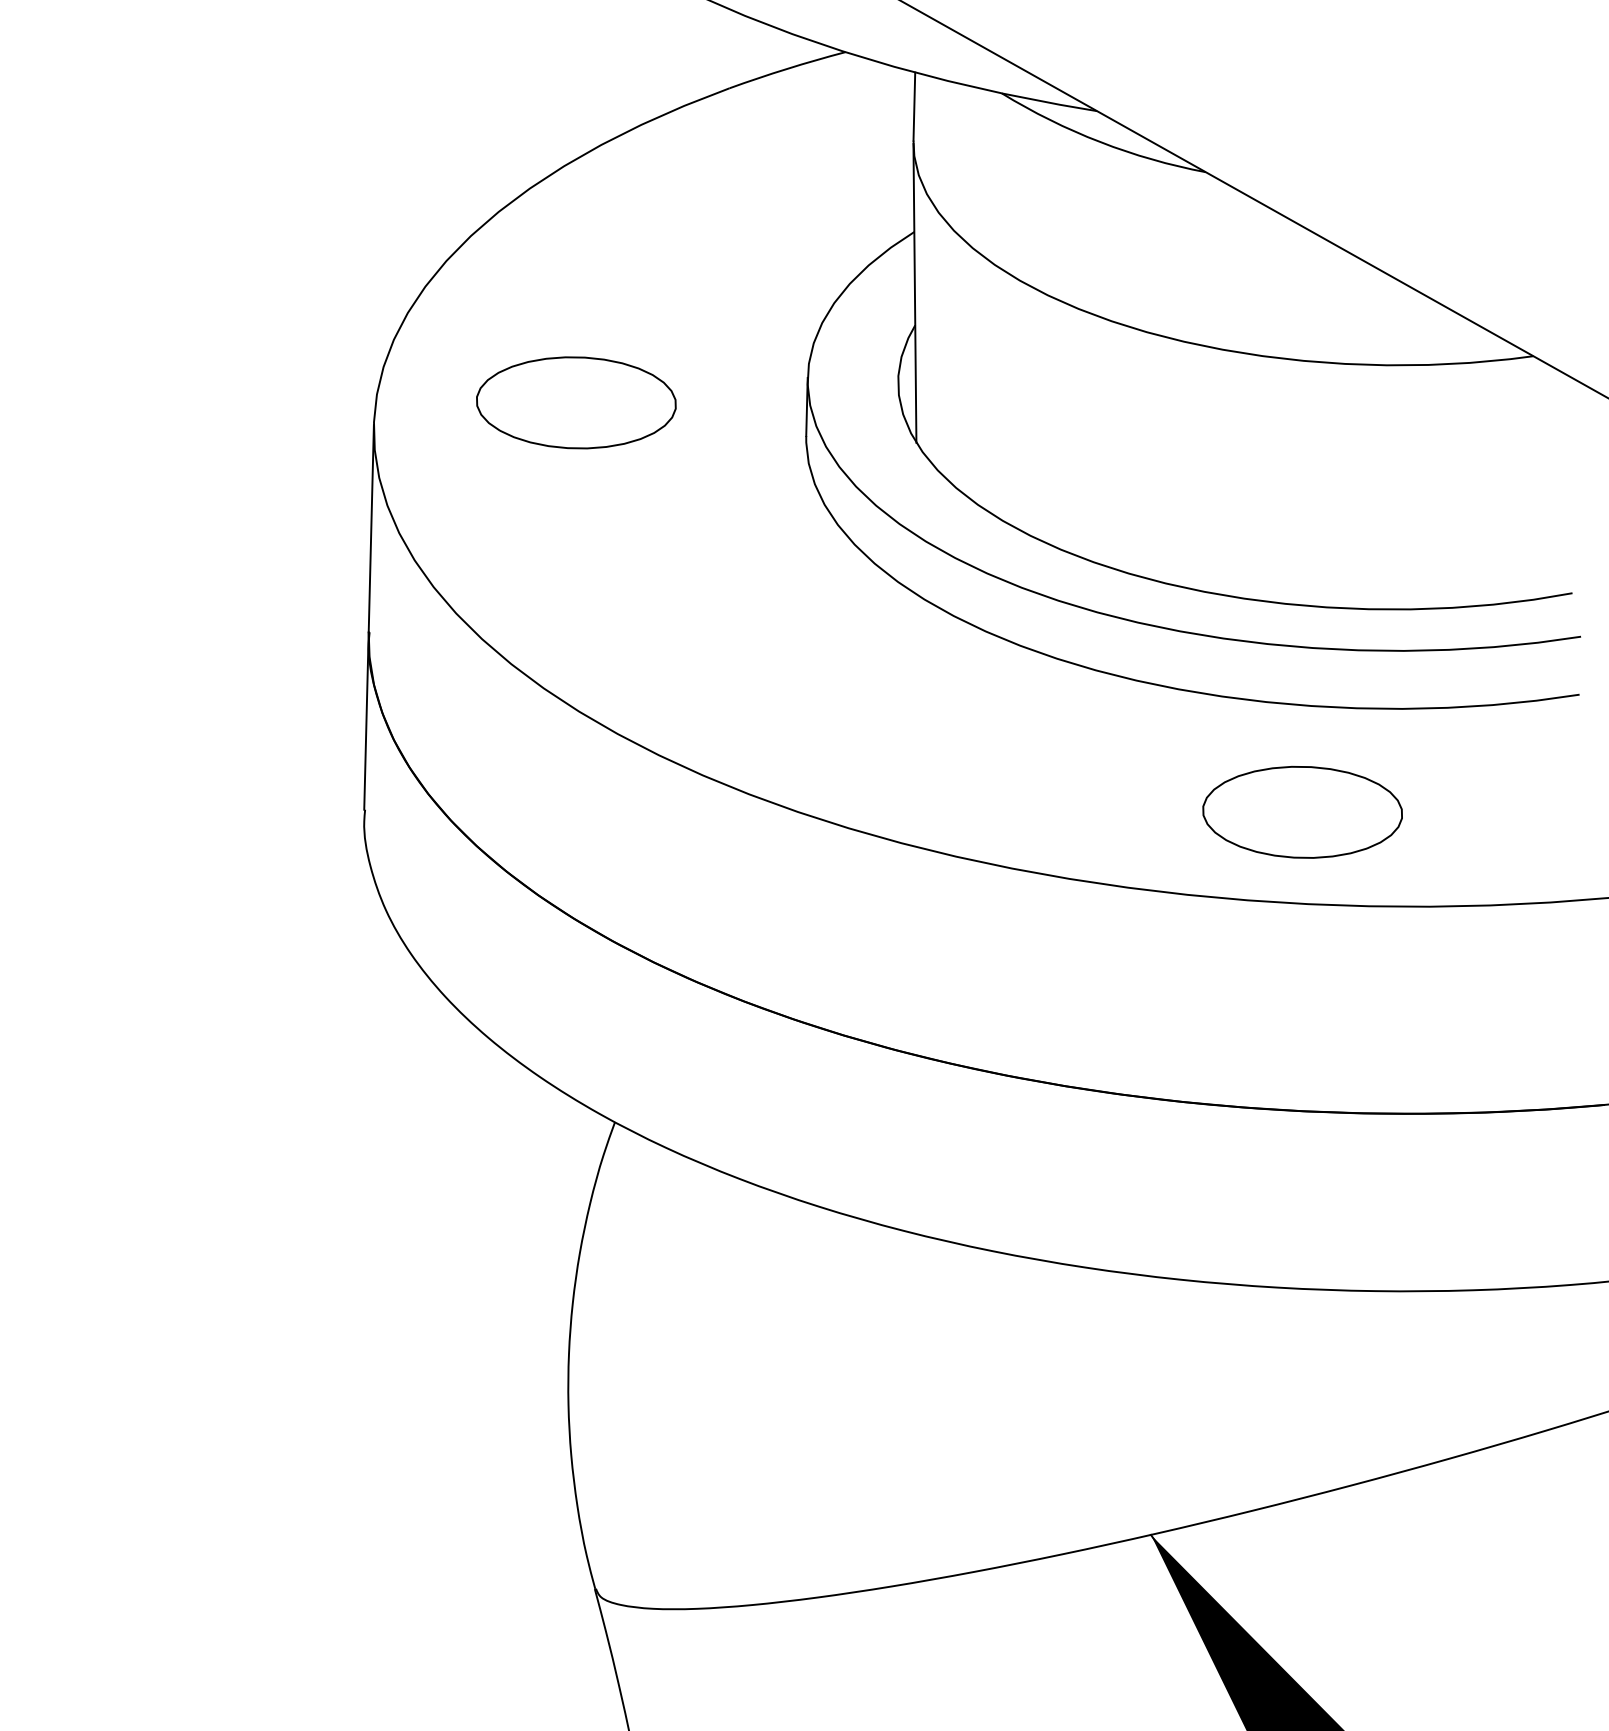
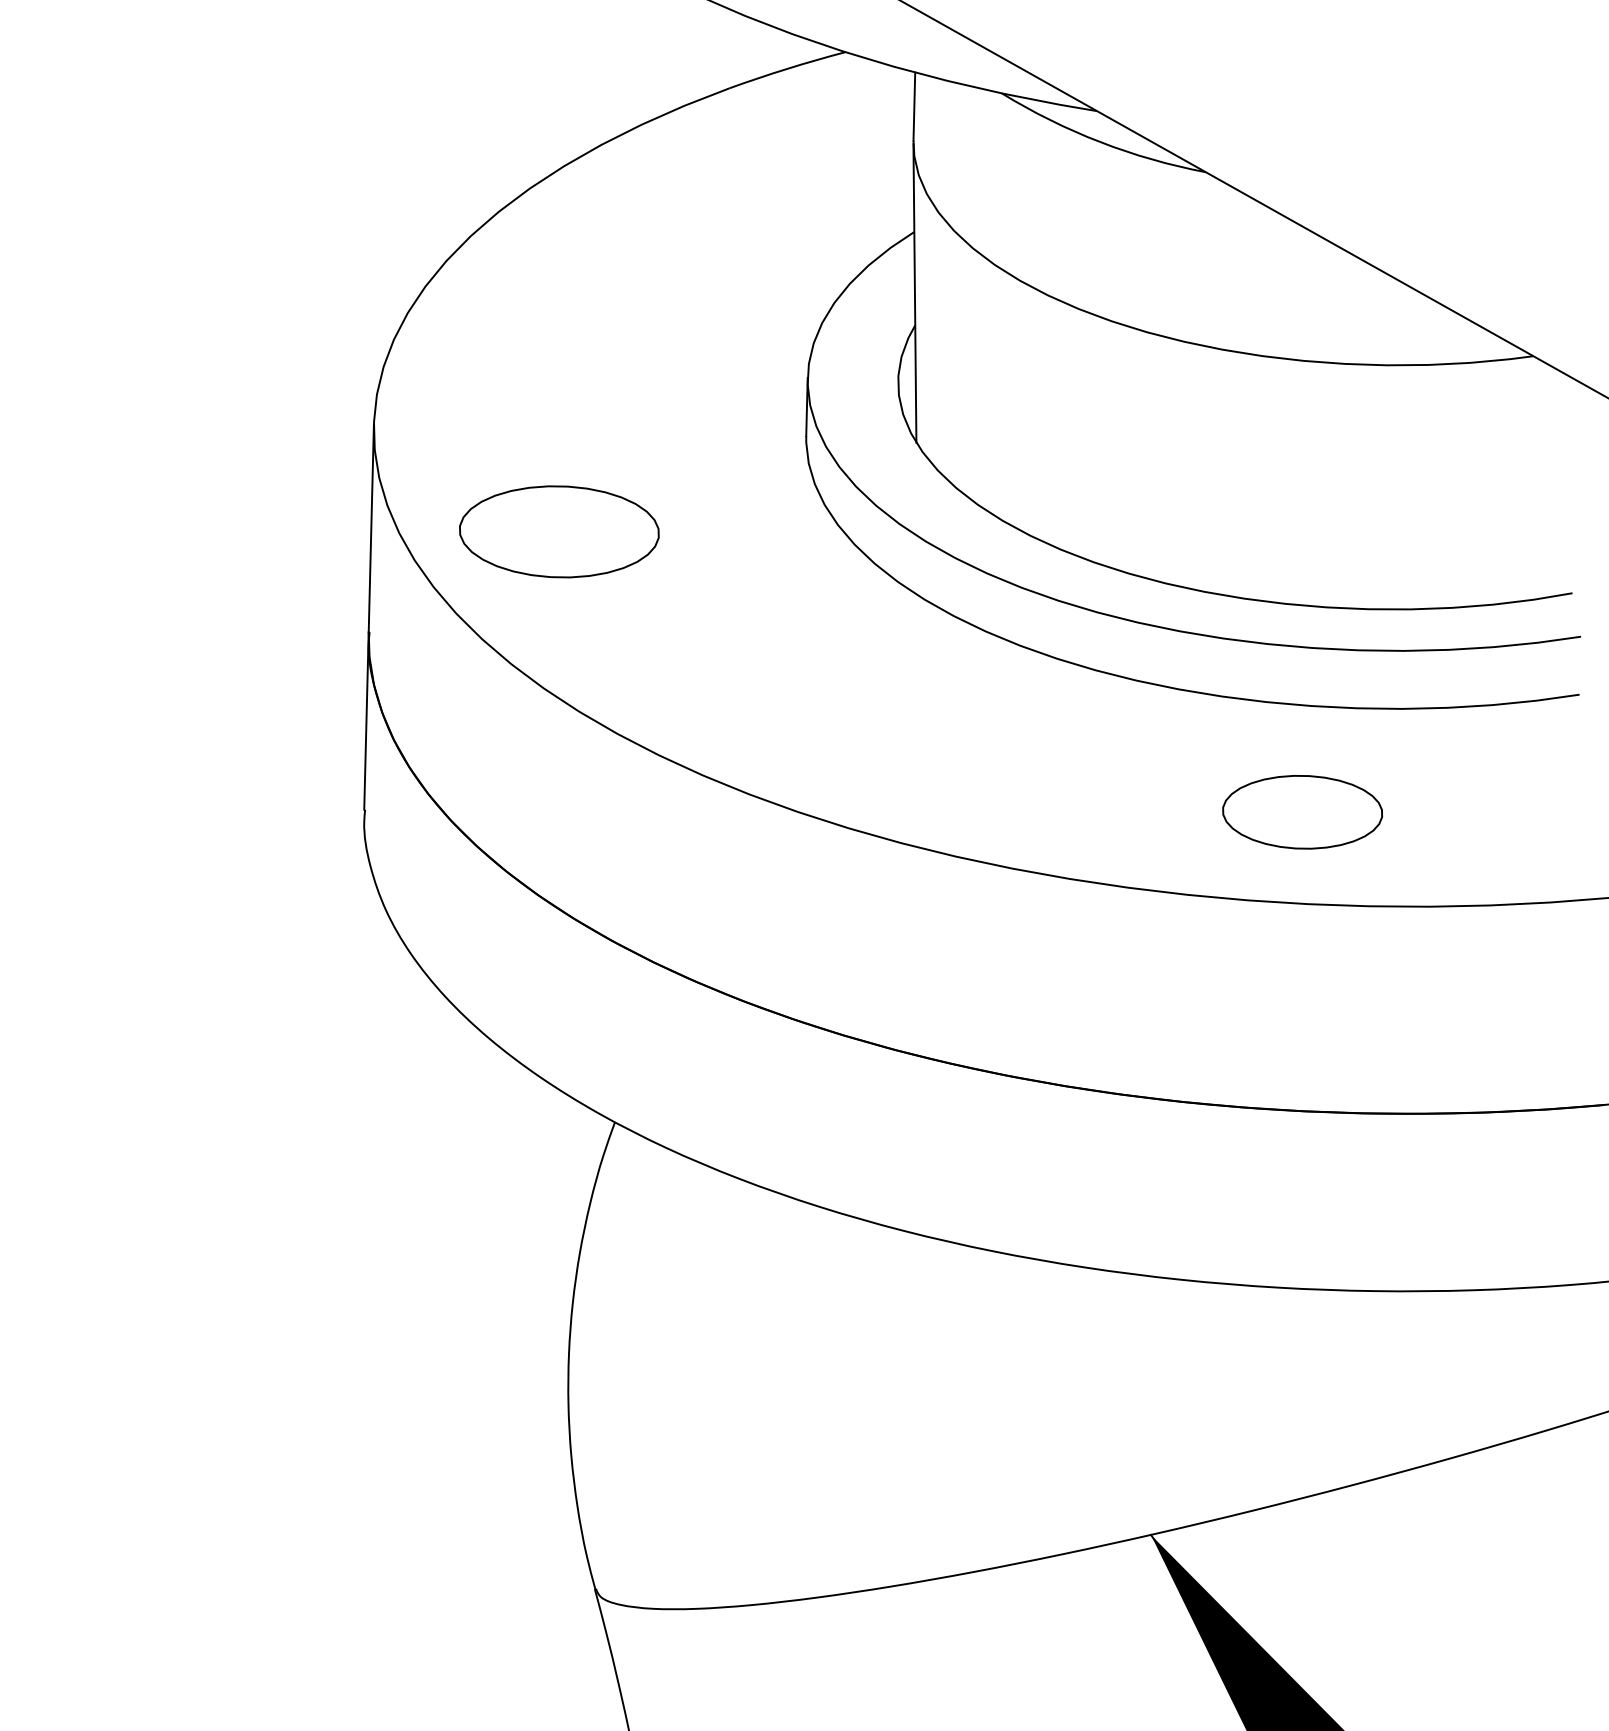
part at (576, 402) position: (576, 402) -> (559, 531)
part at (1302, 811) size: 201x94 px -> 161x75 px
